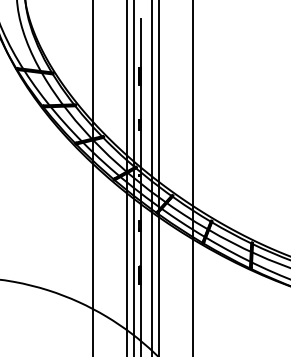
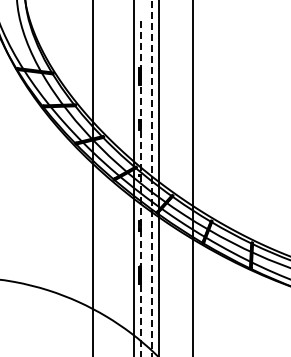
line at (126, 177): present -> none
line at (151, 178): solid -> dashed
line at (140, 188): solid -> dashed
